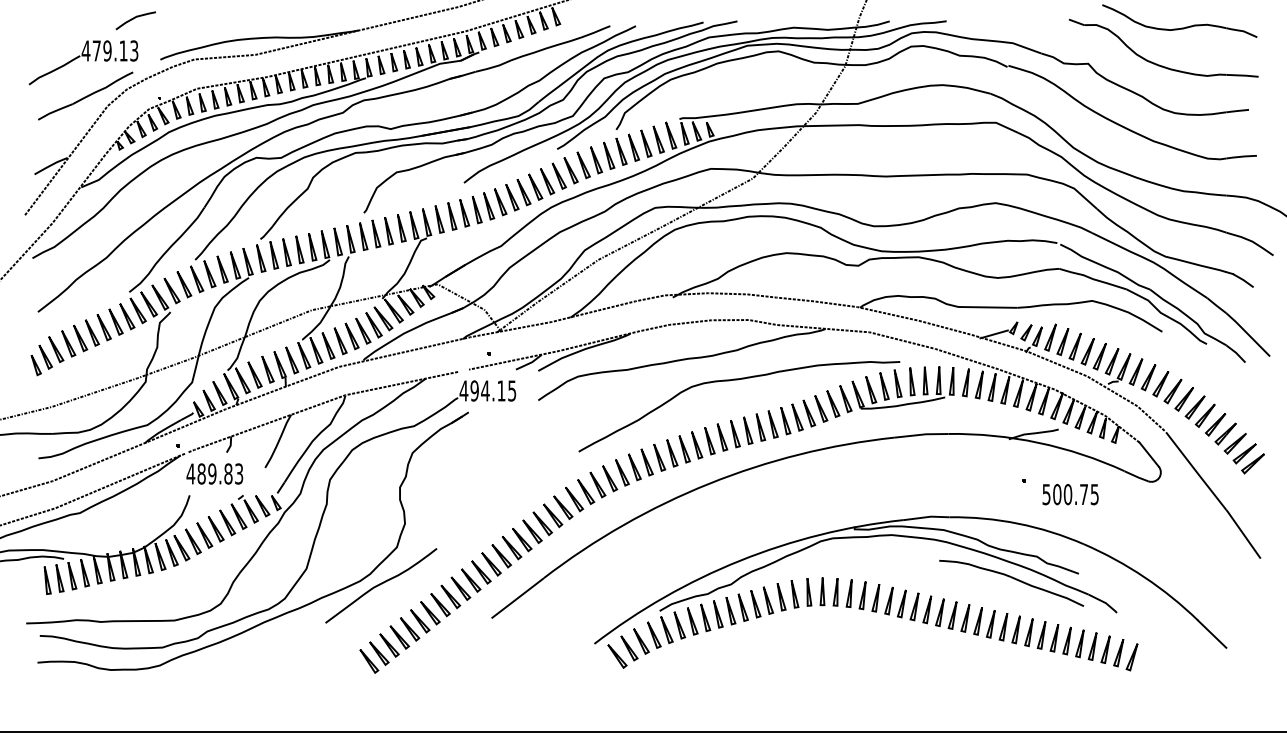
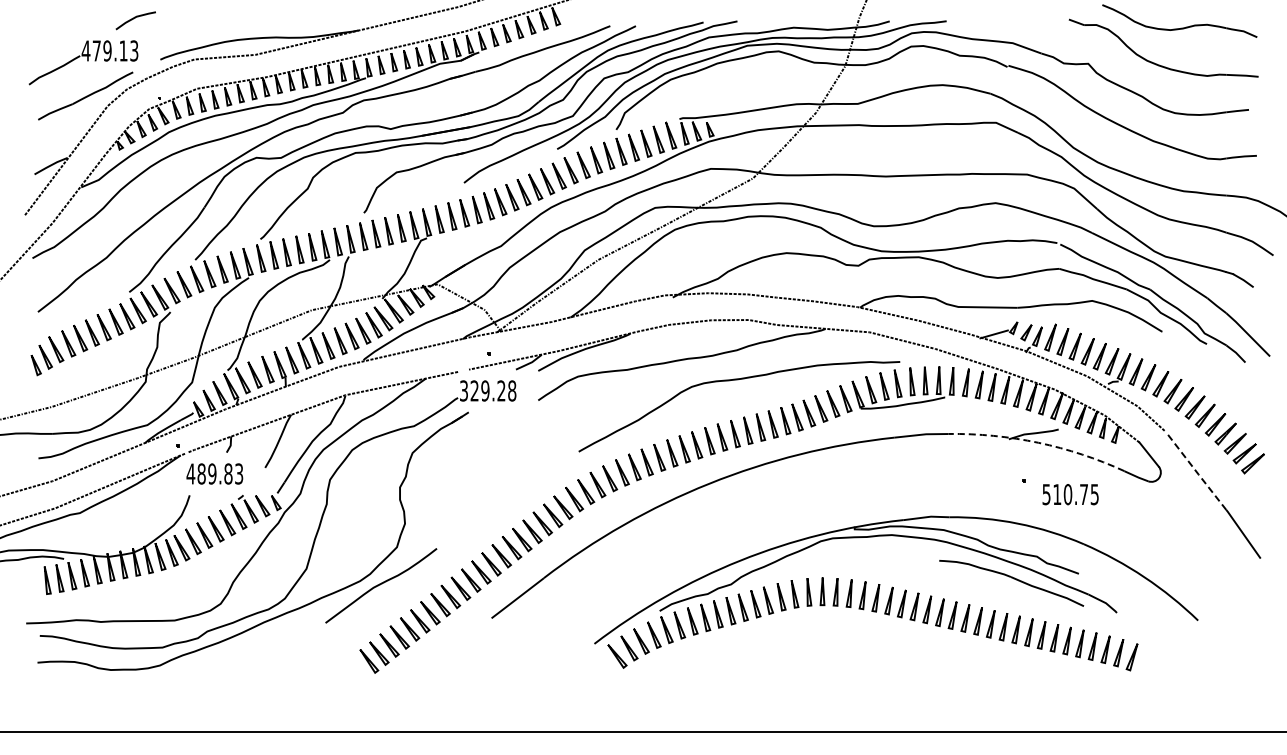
text at (487, 390): 494.15 -> 329.28
arc at (1038, 442): solid -> dashed
line at (1196, 471): solid -> dashed
text at (1057, 494): 500.75 -> 510.75
line at (1212, 633): present -> none
